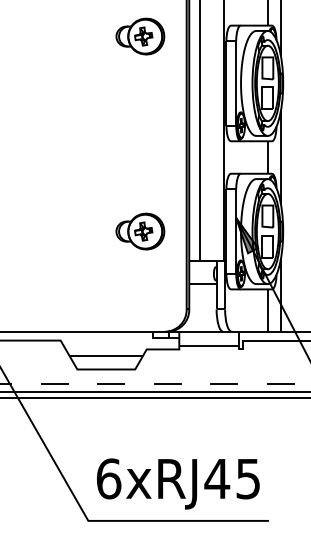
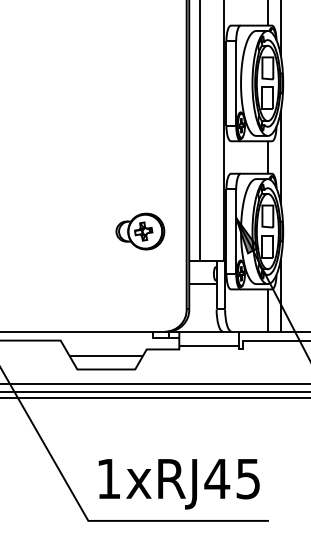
part at (140, 36): present -> none
line at (155, 384): dashed -> solid
text at (108, 478): 6xRJ45 -> 1xRJ45
